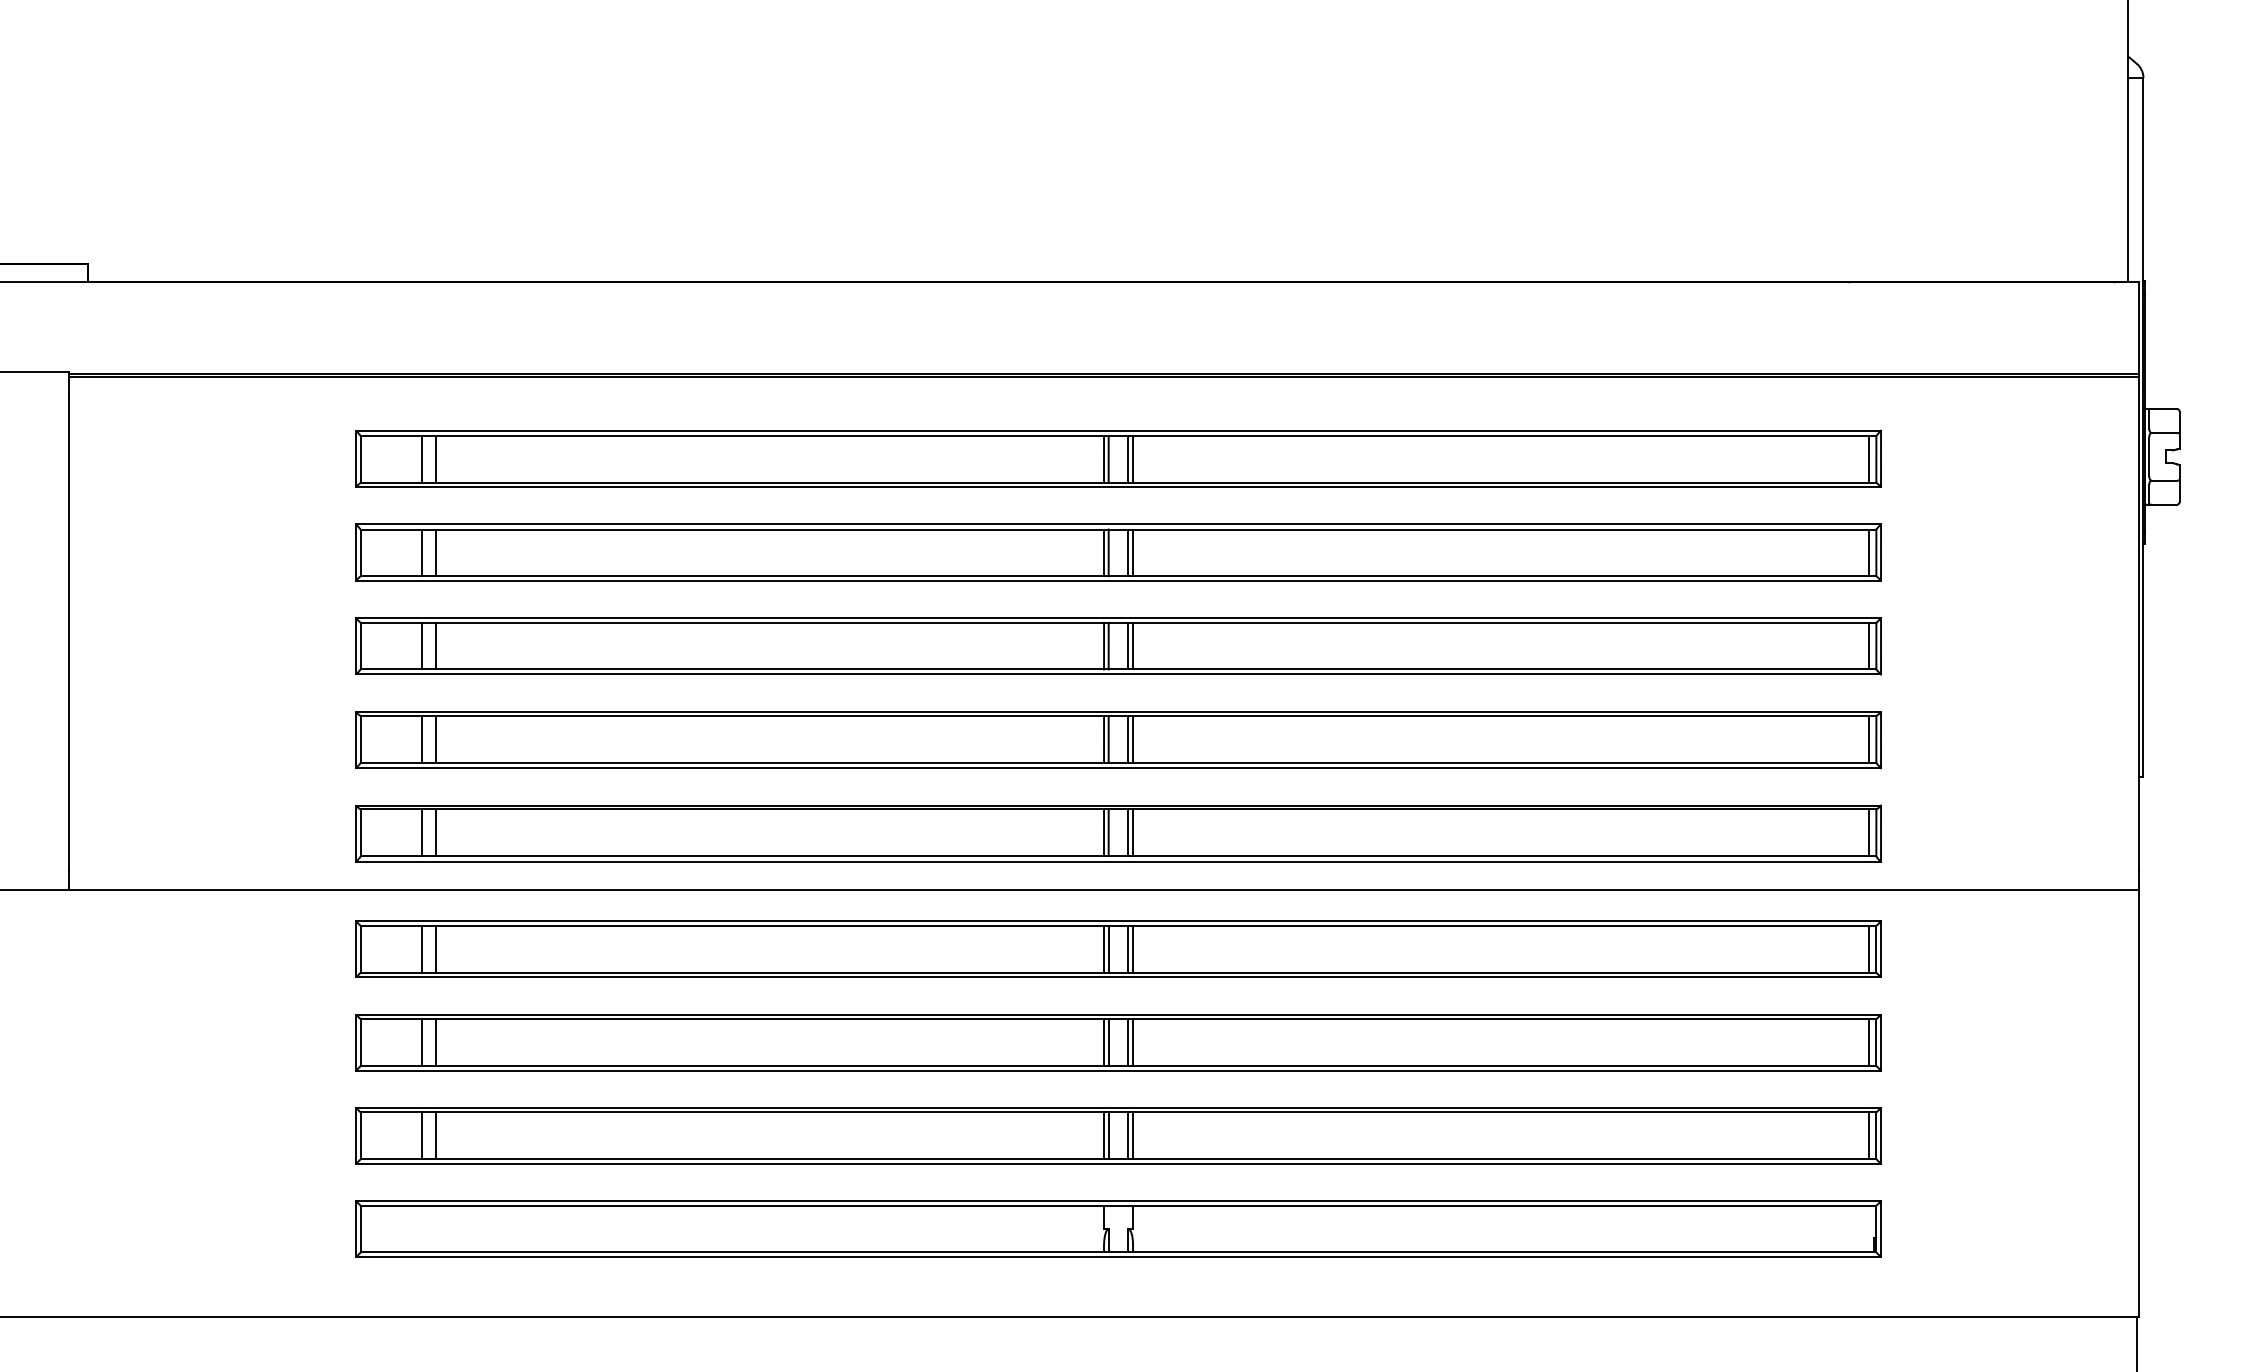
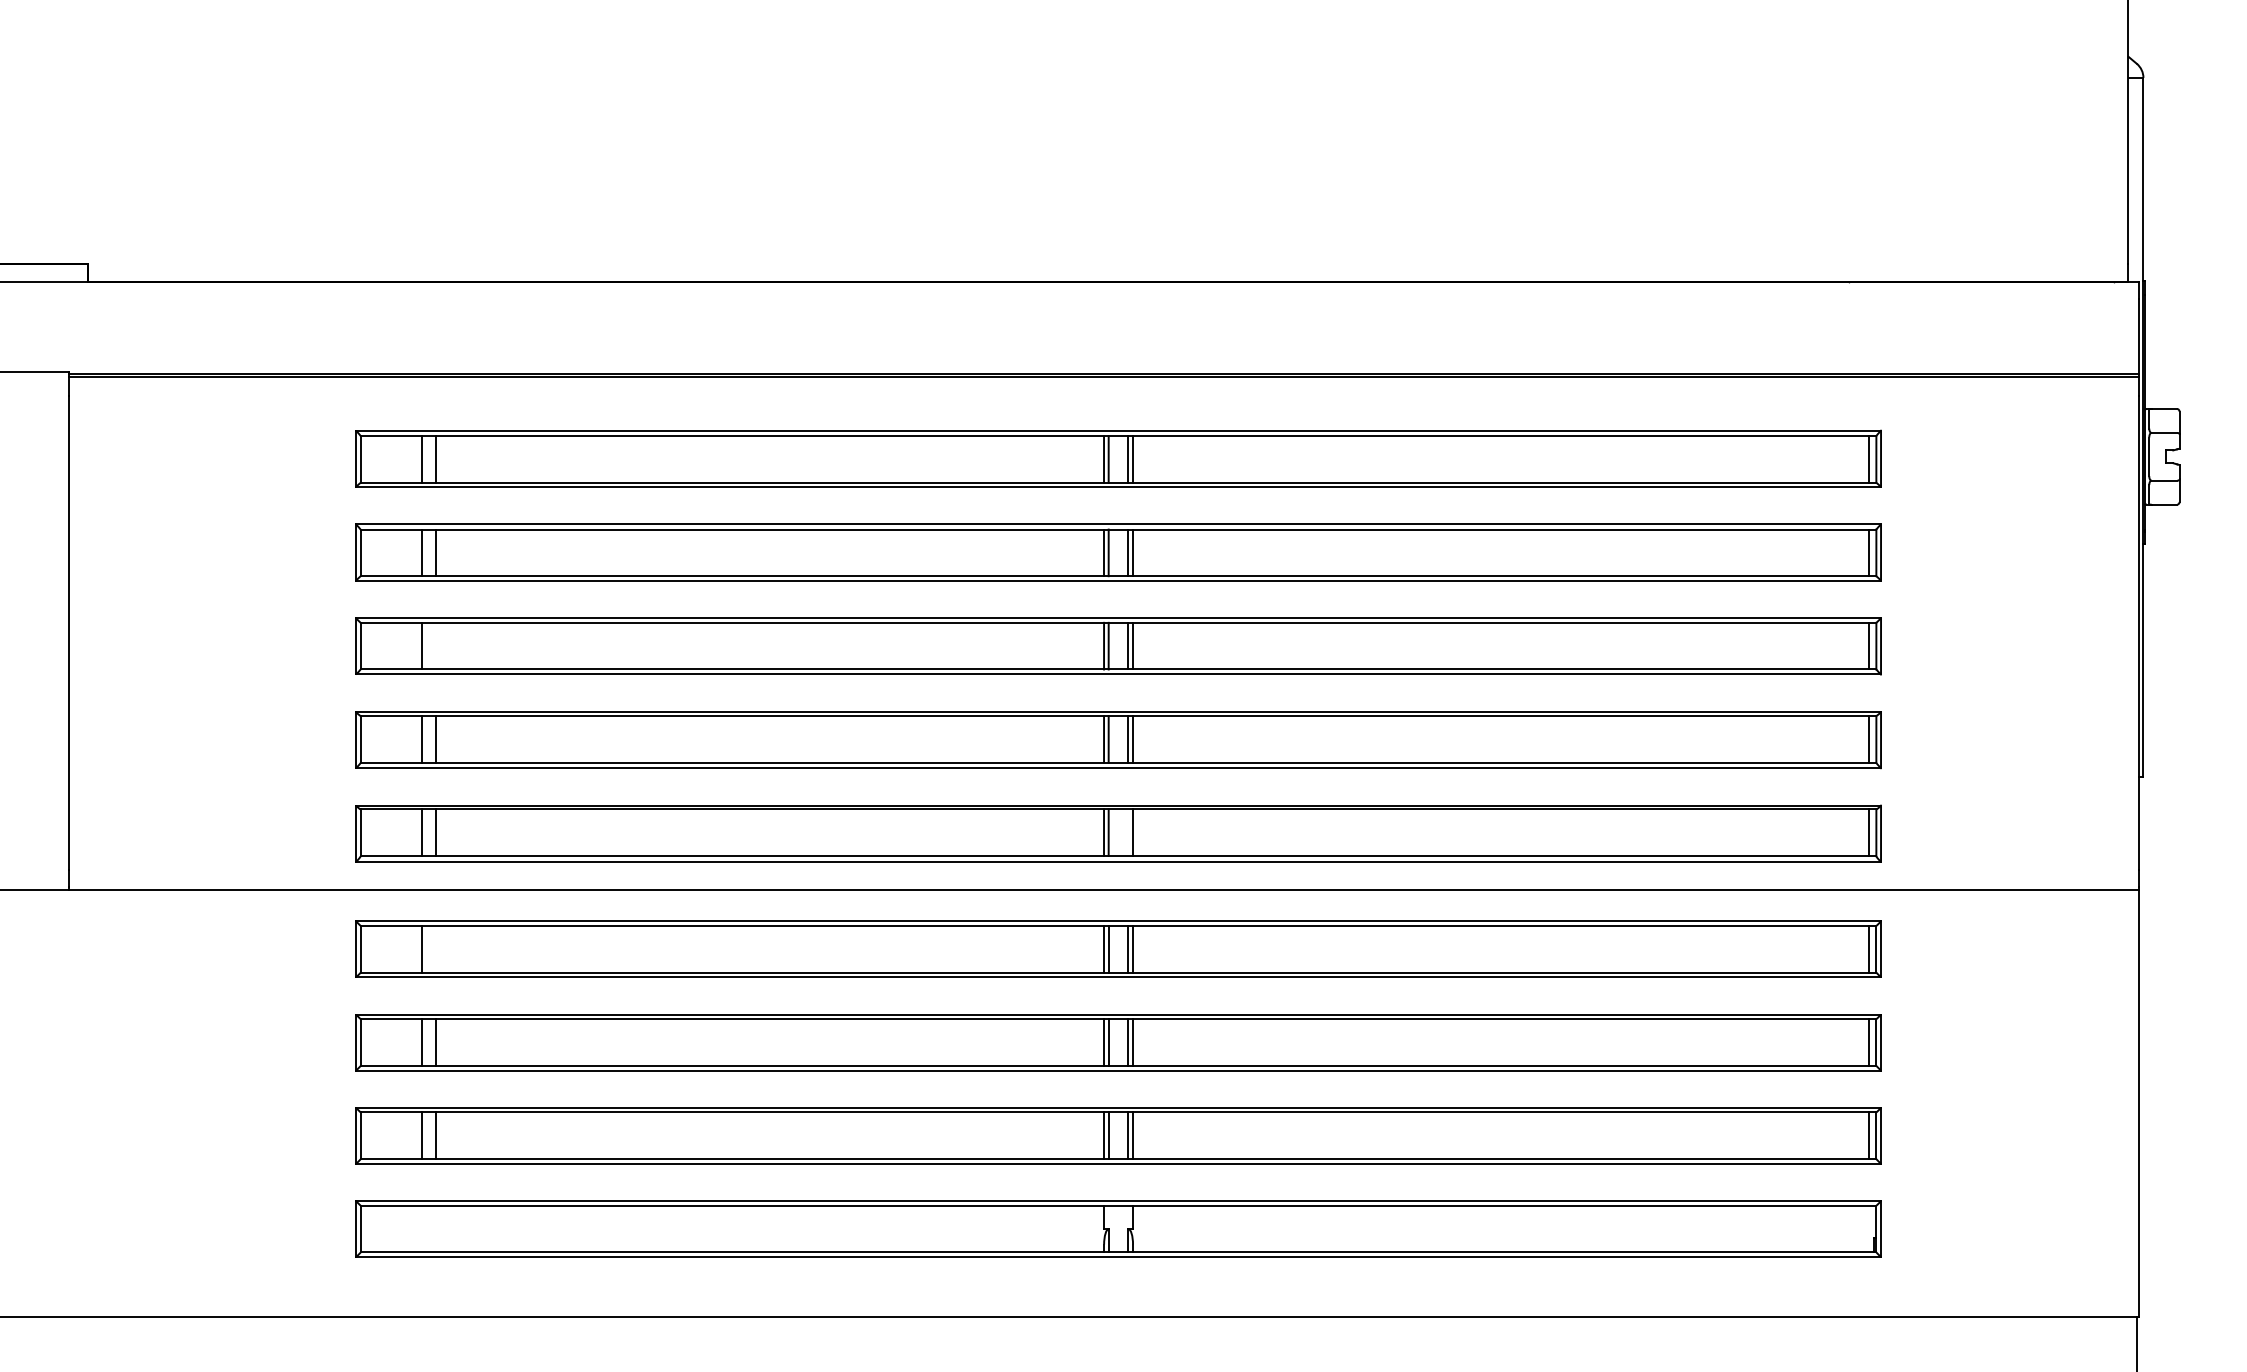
line at (436, 645): present -> none
line at (1128, 832): present -> none
line at (436, 948): present -> none
